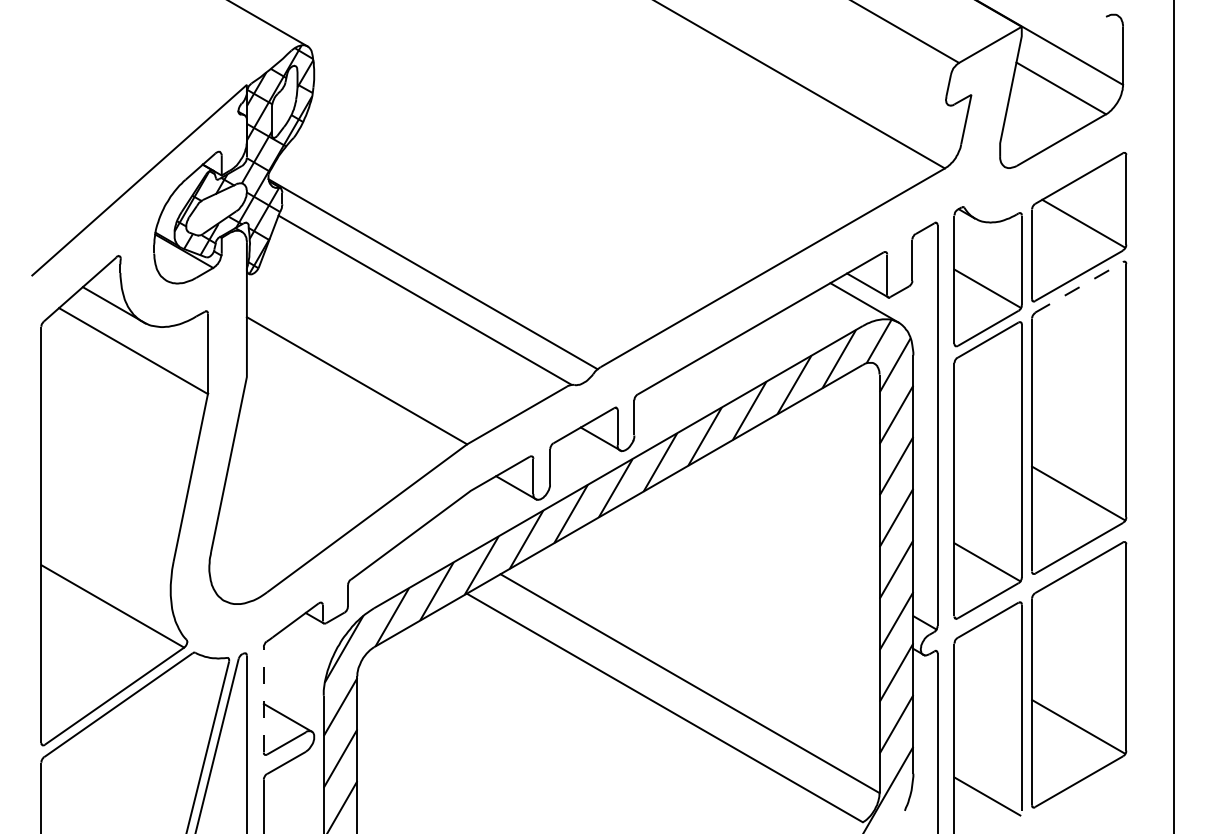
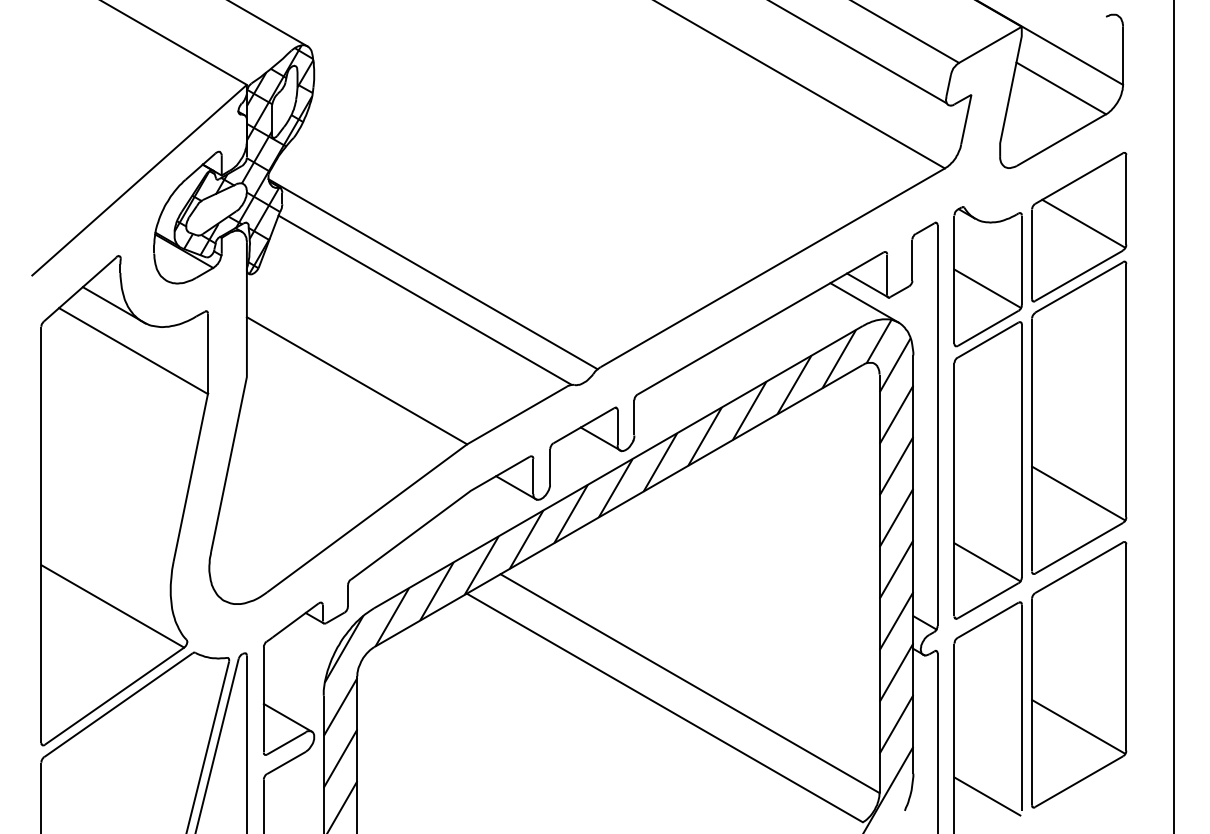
line at (174, 43): none -> present
line at (858, 52): none -> present
line at (1079, 287): dashed -> solid
line at (263, 699): dashed -> solid
